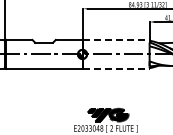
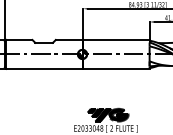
line at (116, 40): dashed -> solid
line at (116, 68): dashed -> solid
